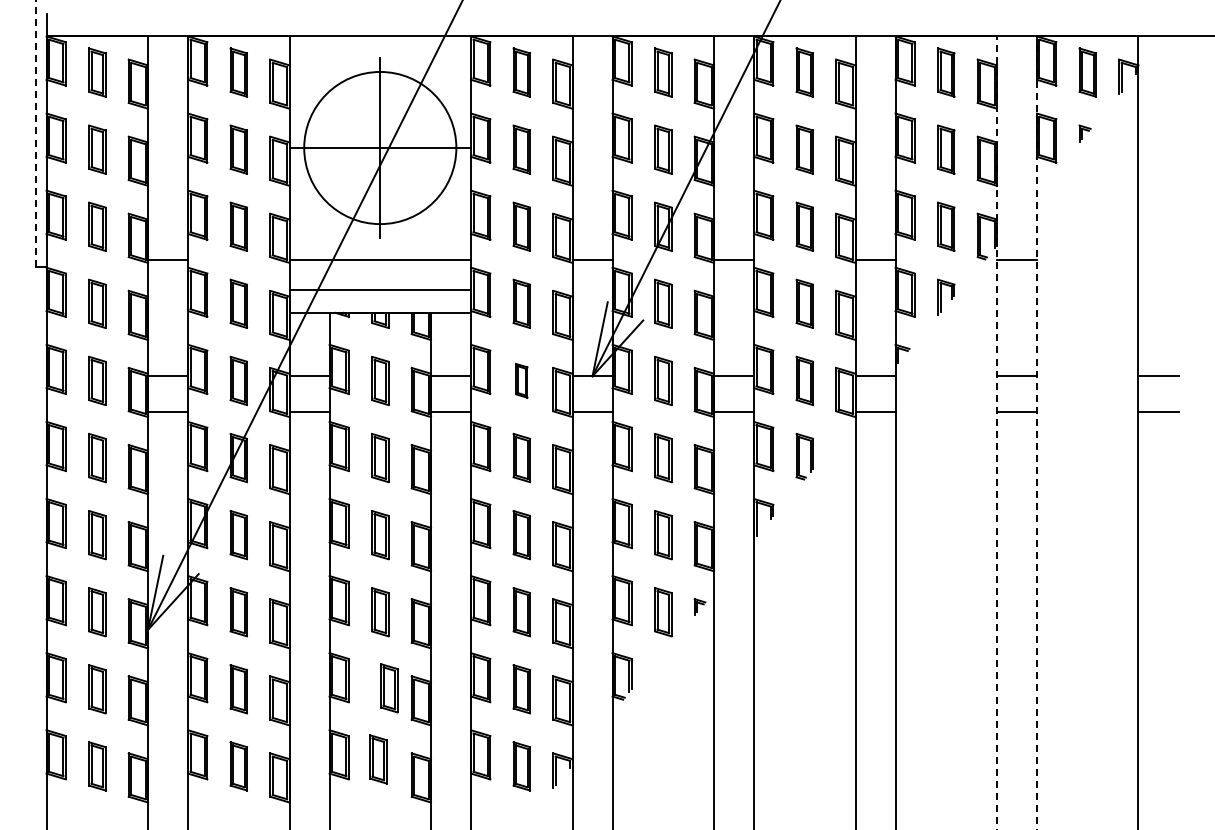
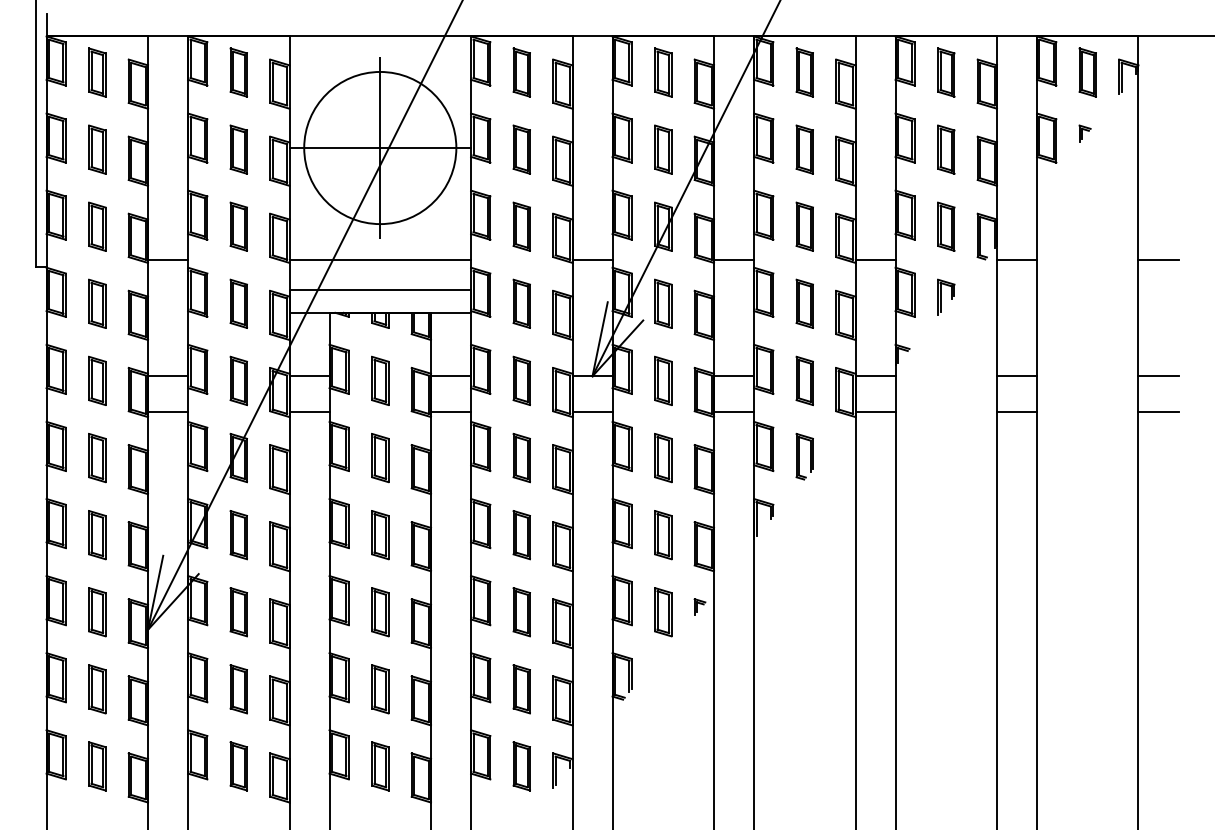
line at (36, 133): dashed -> solid
line at (1158, 259): none -> present
part at (521, 380) size: 14x36 px -> 19x51 px
line at (996, 432): dashed -> solid
line at (1037, 432): dashed -> solid
part at (389, 688) position: (389, 688) -> (380, 689)
part at (378, 759) position: (378, 759) -> (380, 766)
